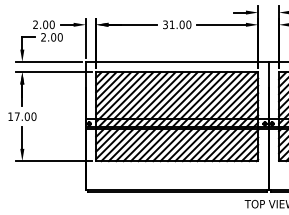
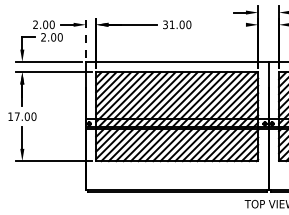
line at (221, 24): present -> none
line at (85, 37): solid -> dashed
